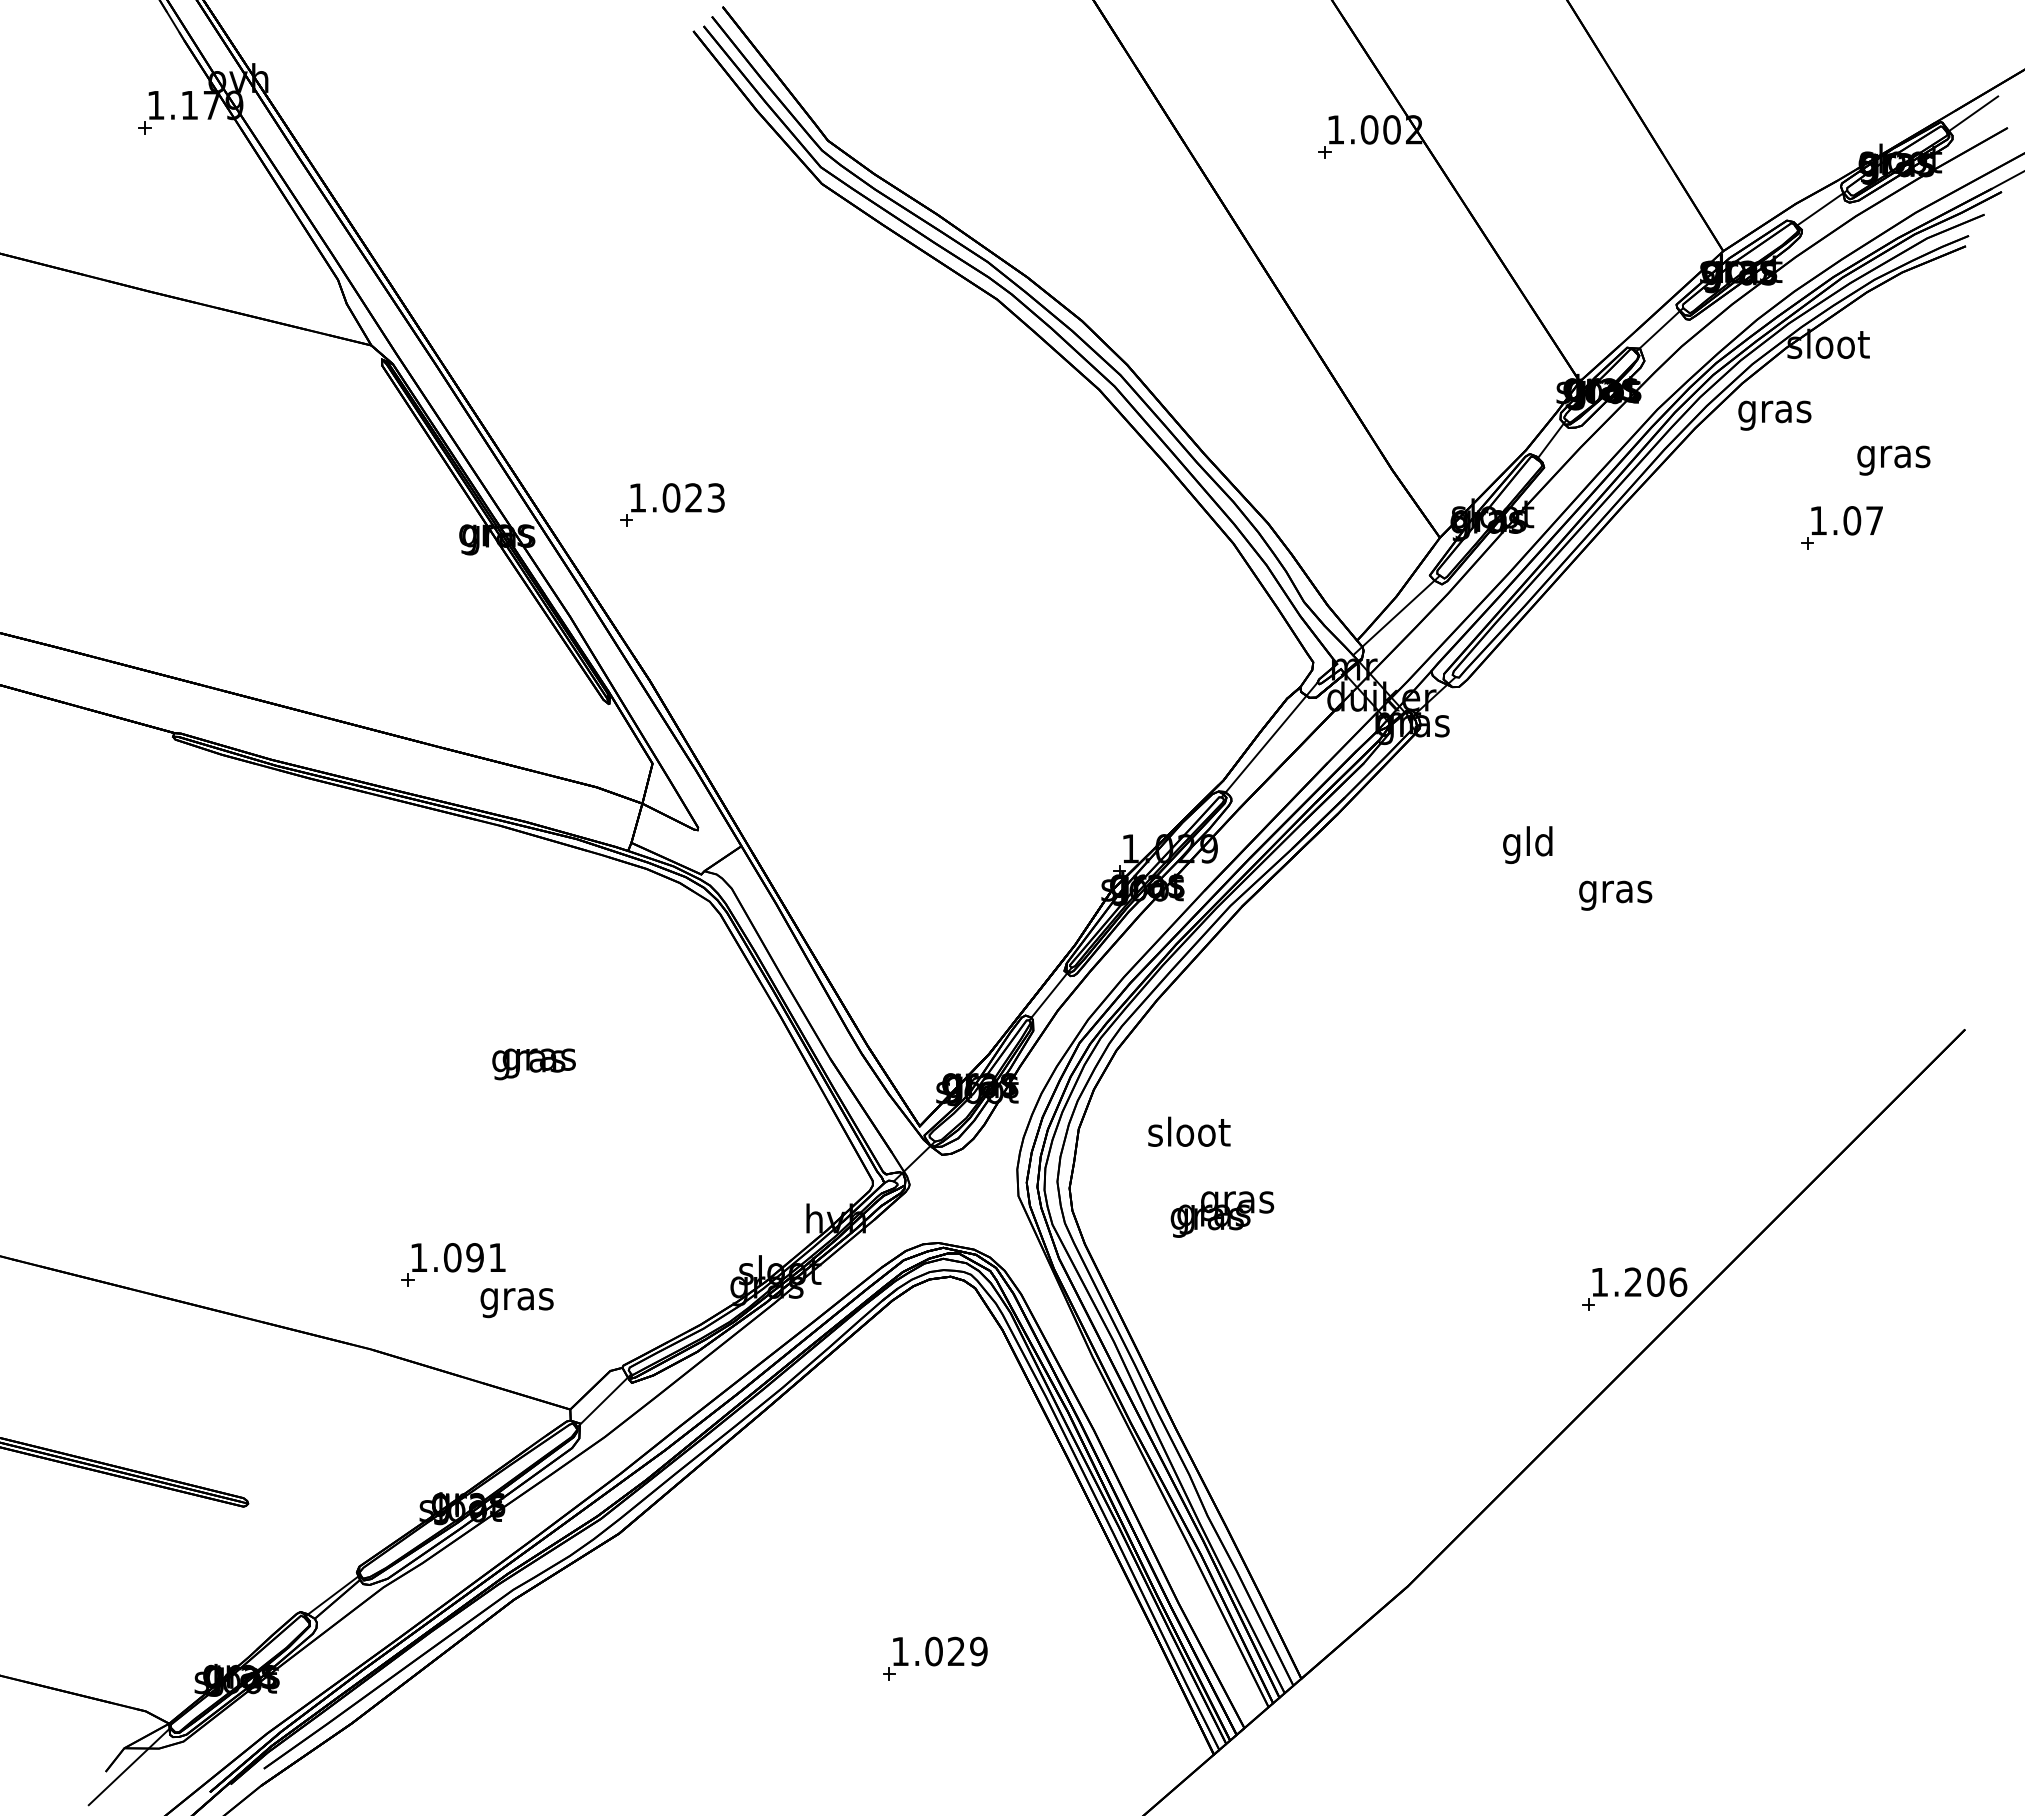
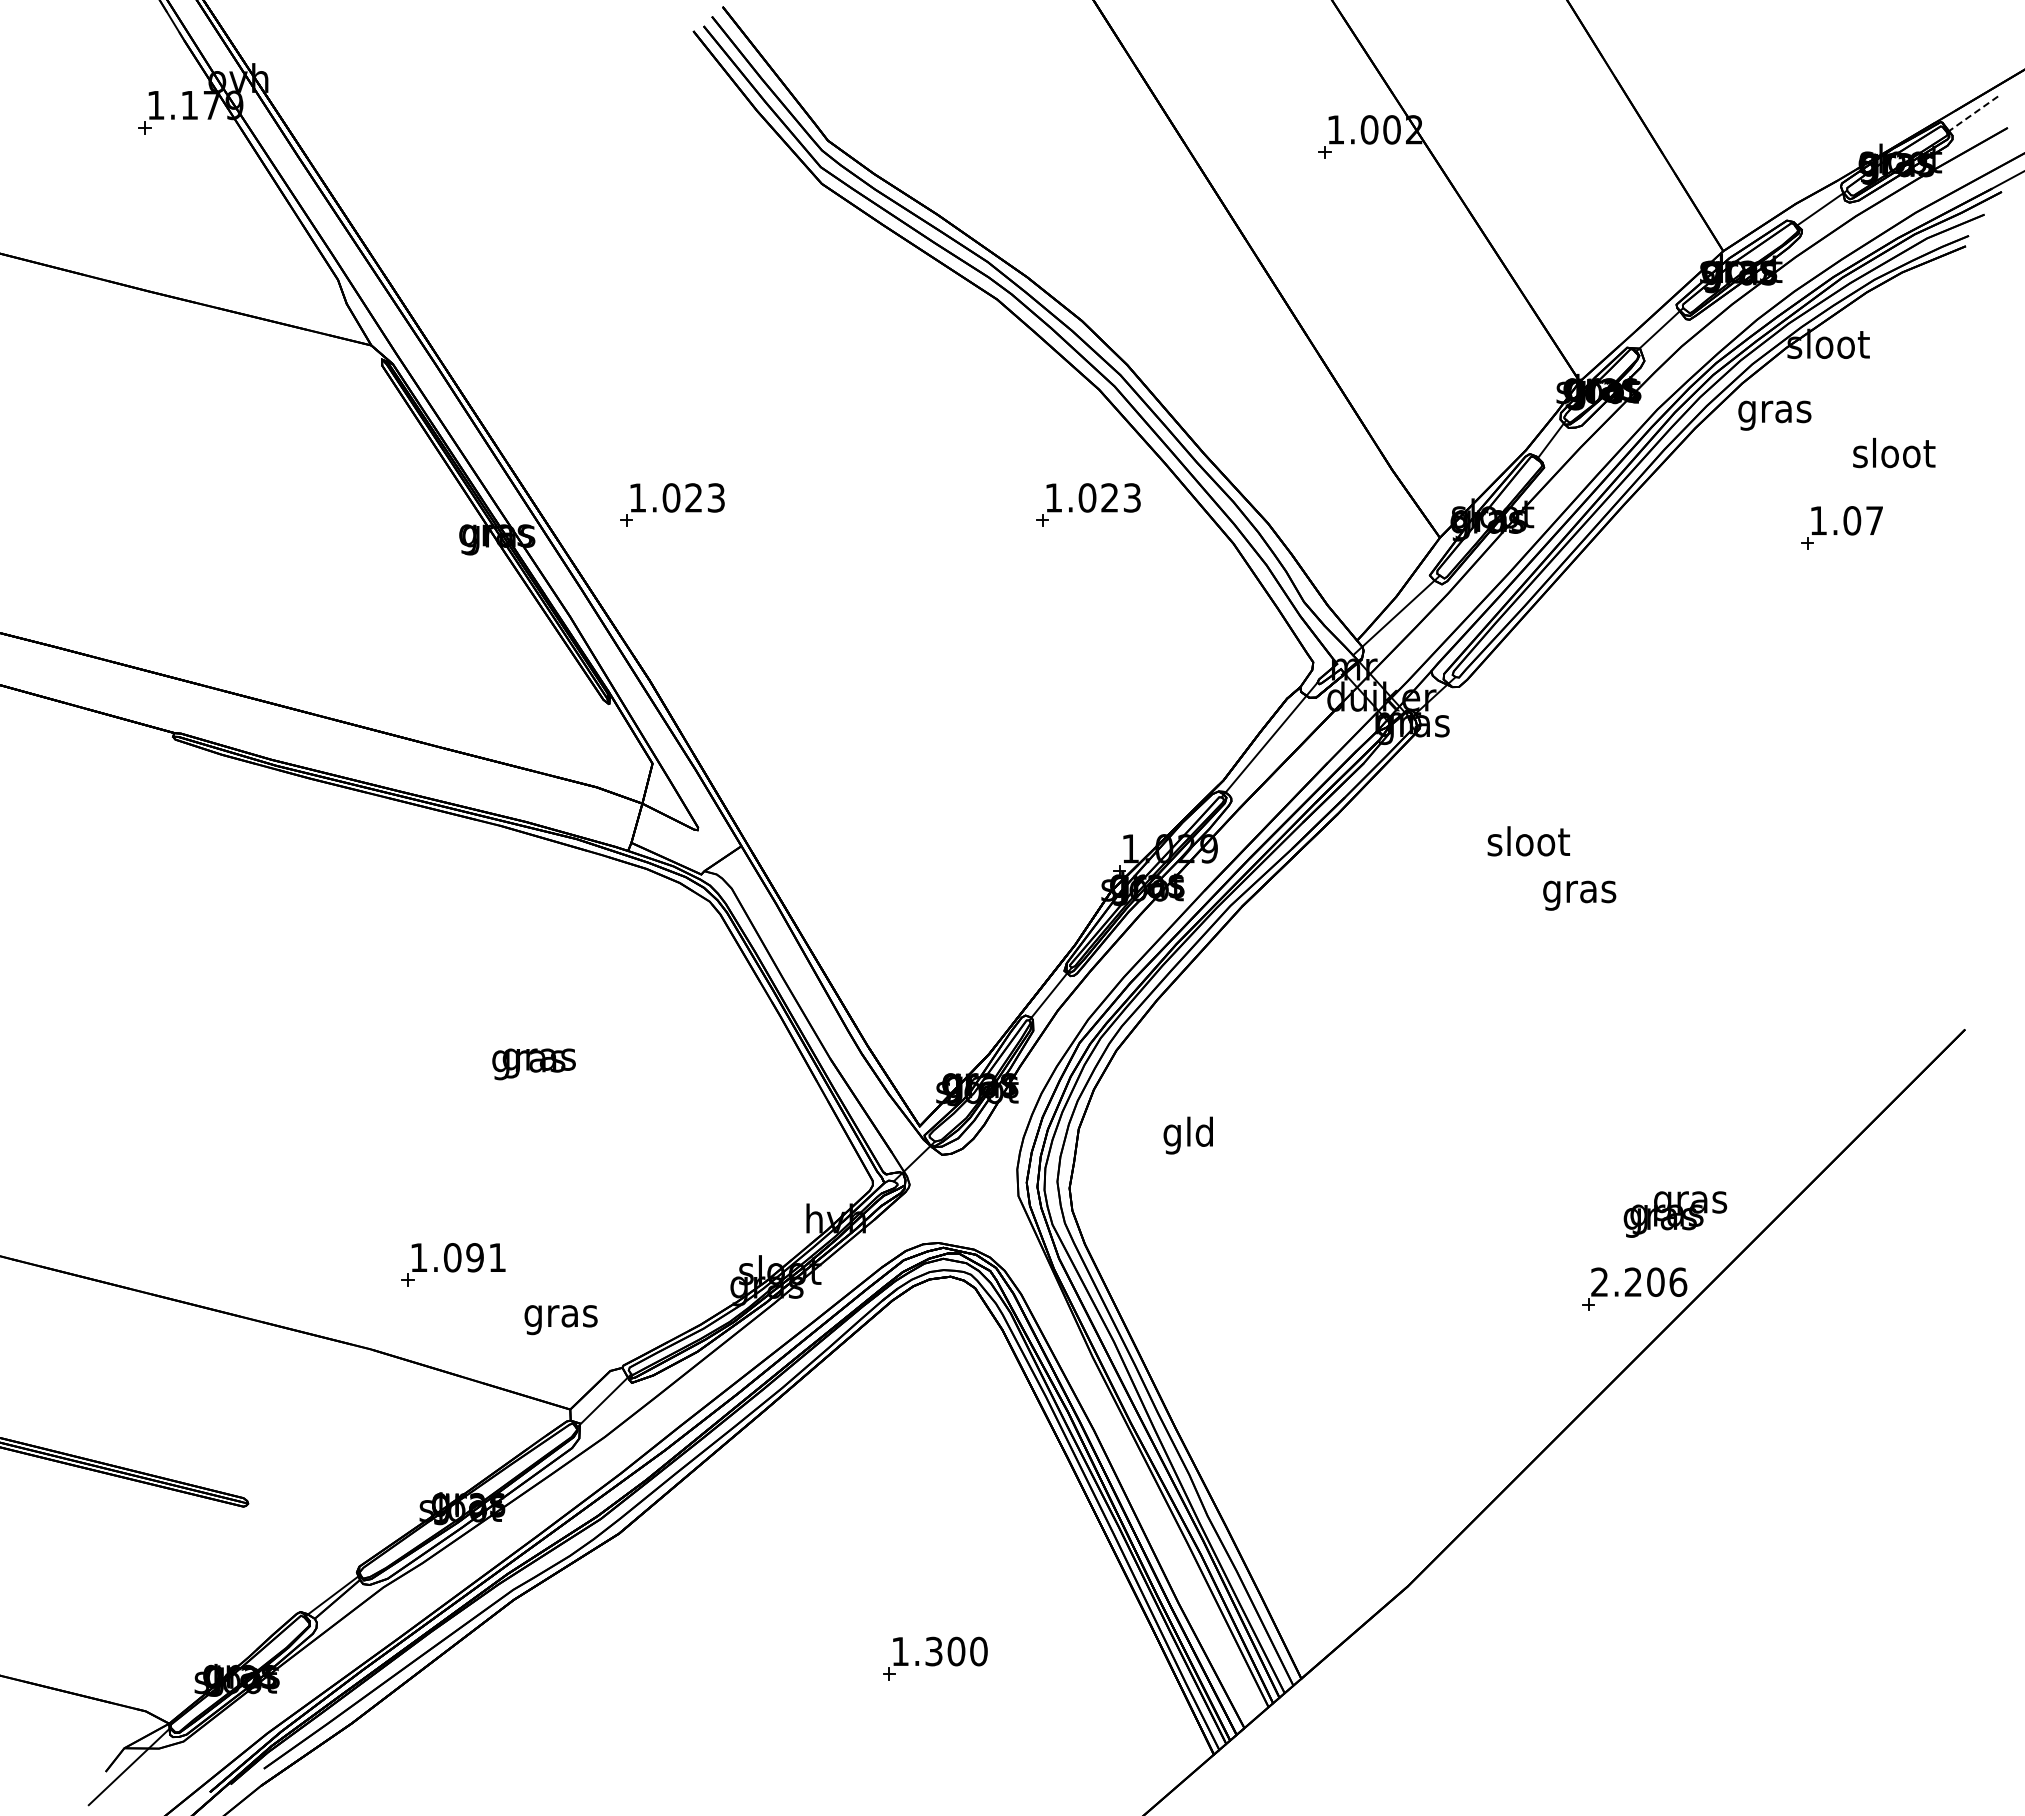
line at (1972, 114): solid -> dashed
text at (1894, 456): gras -> sloot
part at (1088, 504): none -> present
text at (1528, 845): gld -> sloot
text at (1615, 895) position: (1615, 895) -> (1579, 895)
text at (1189, 1135): sloot -> gld
text at (1222, 1214) position: (1222, 1214) -> (1675, 1214)
text at (1599, 1281): 1.206 -> 2.206
text at (516, 1303) position: (516, 1303) -> (560, 1320)
text at (956, 1651): 1.029 -> 1.300
